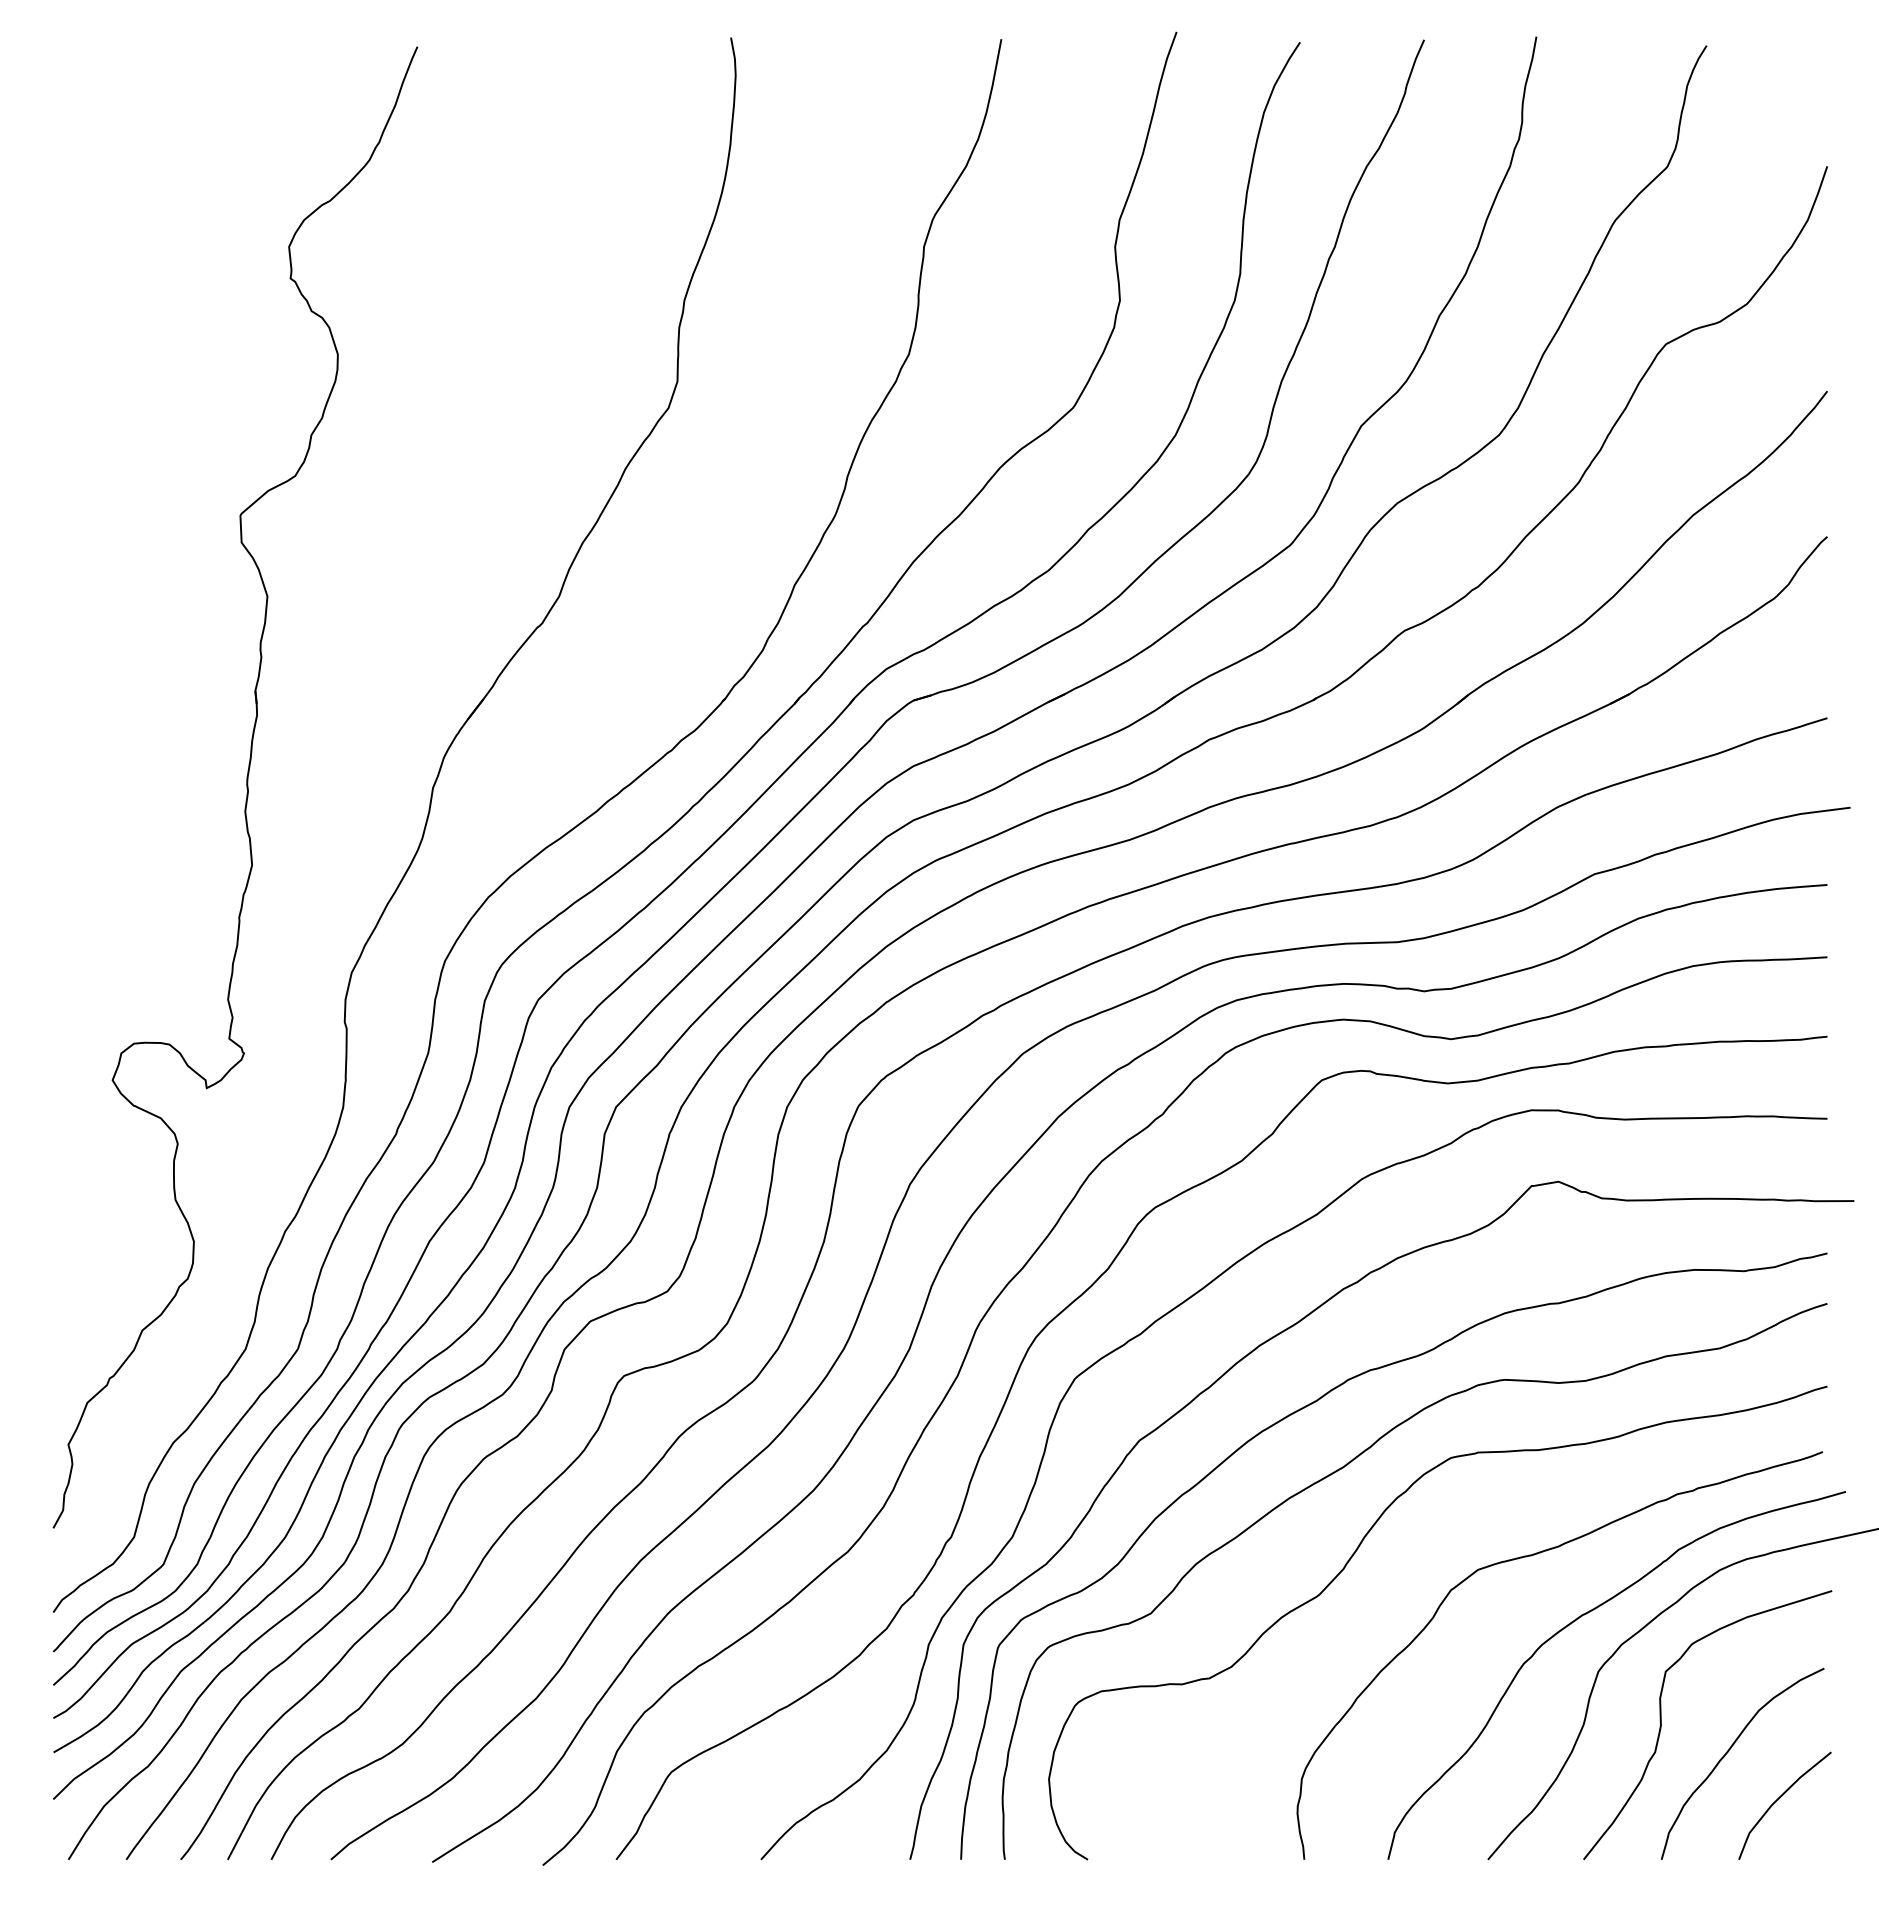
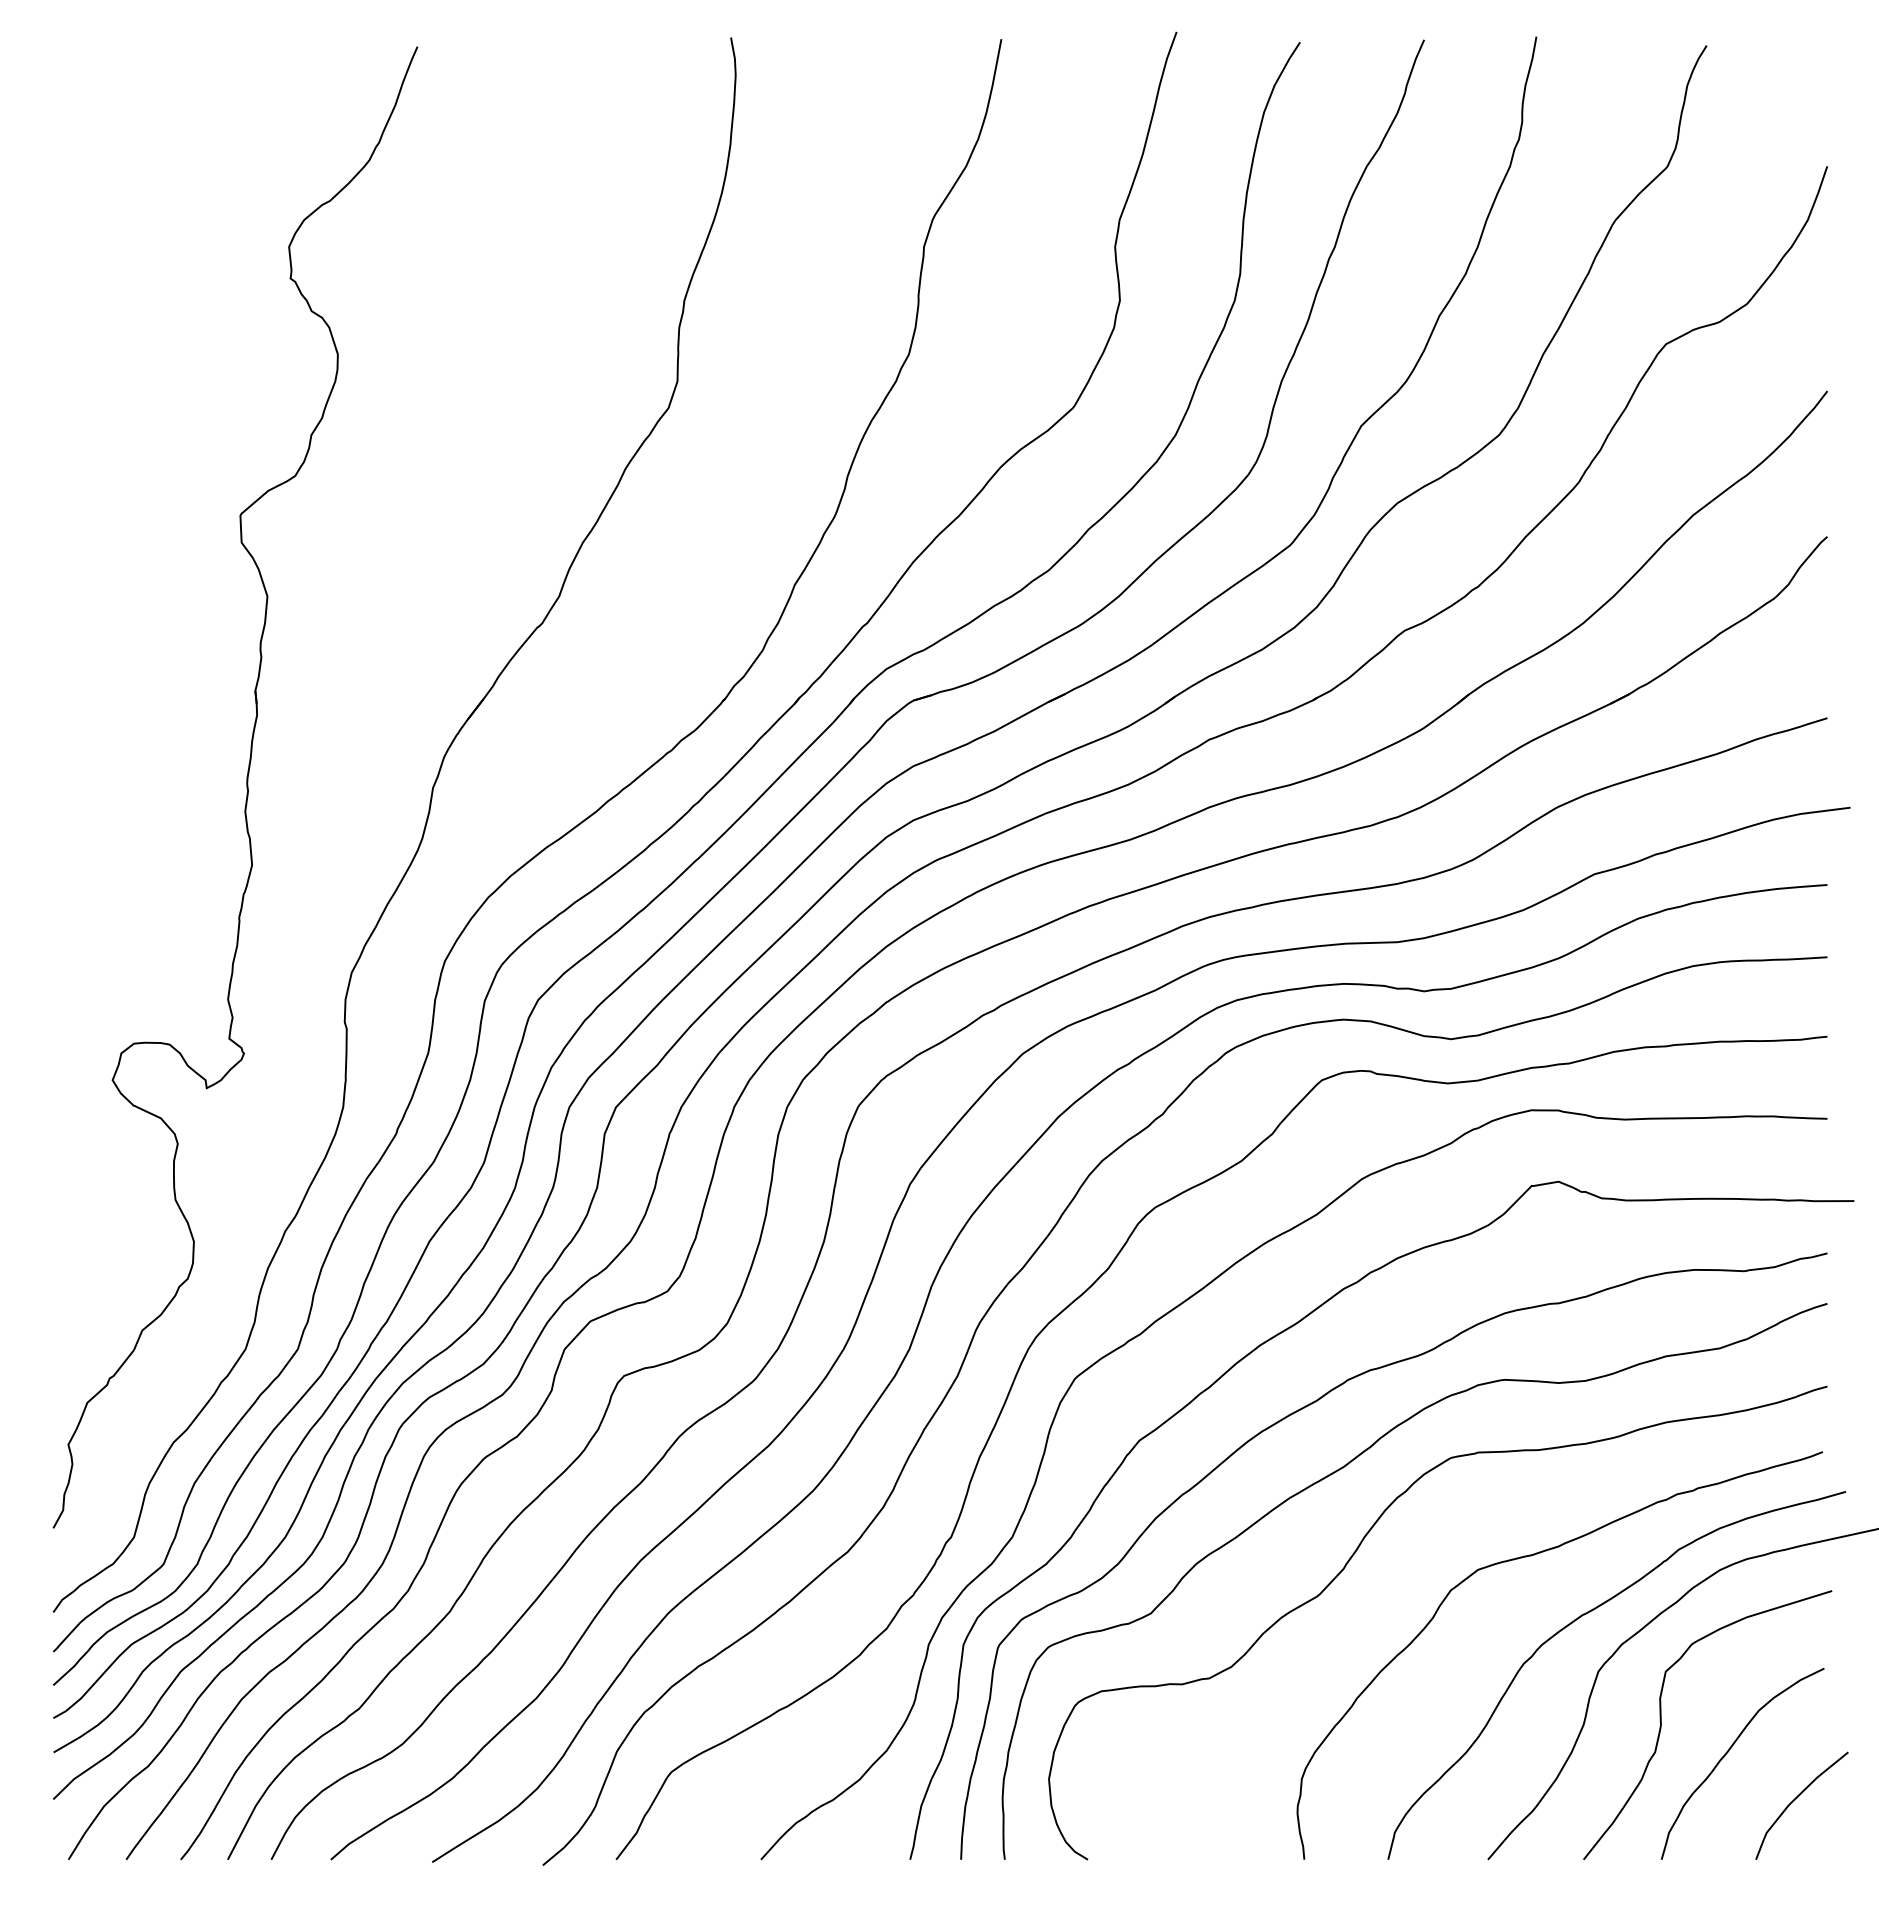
curve at (1779, 1799) position: (1779, 1799) -> (1796, 1799)
